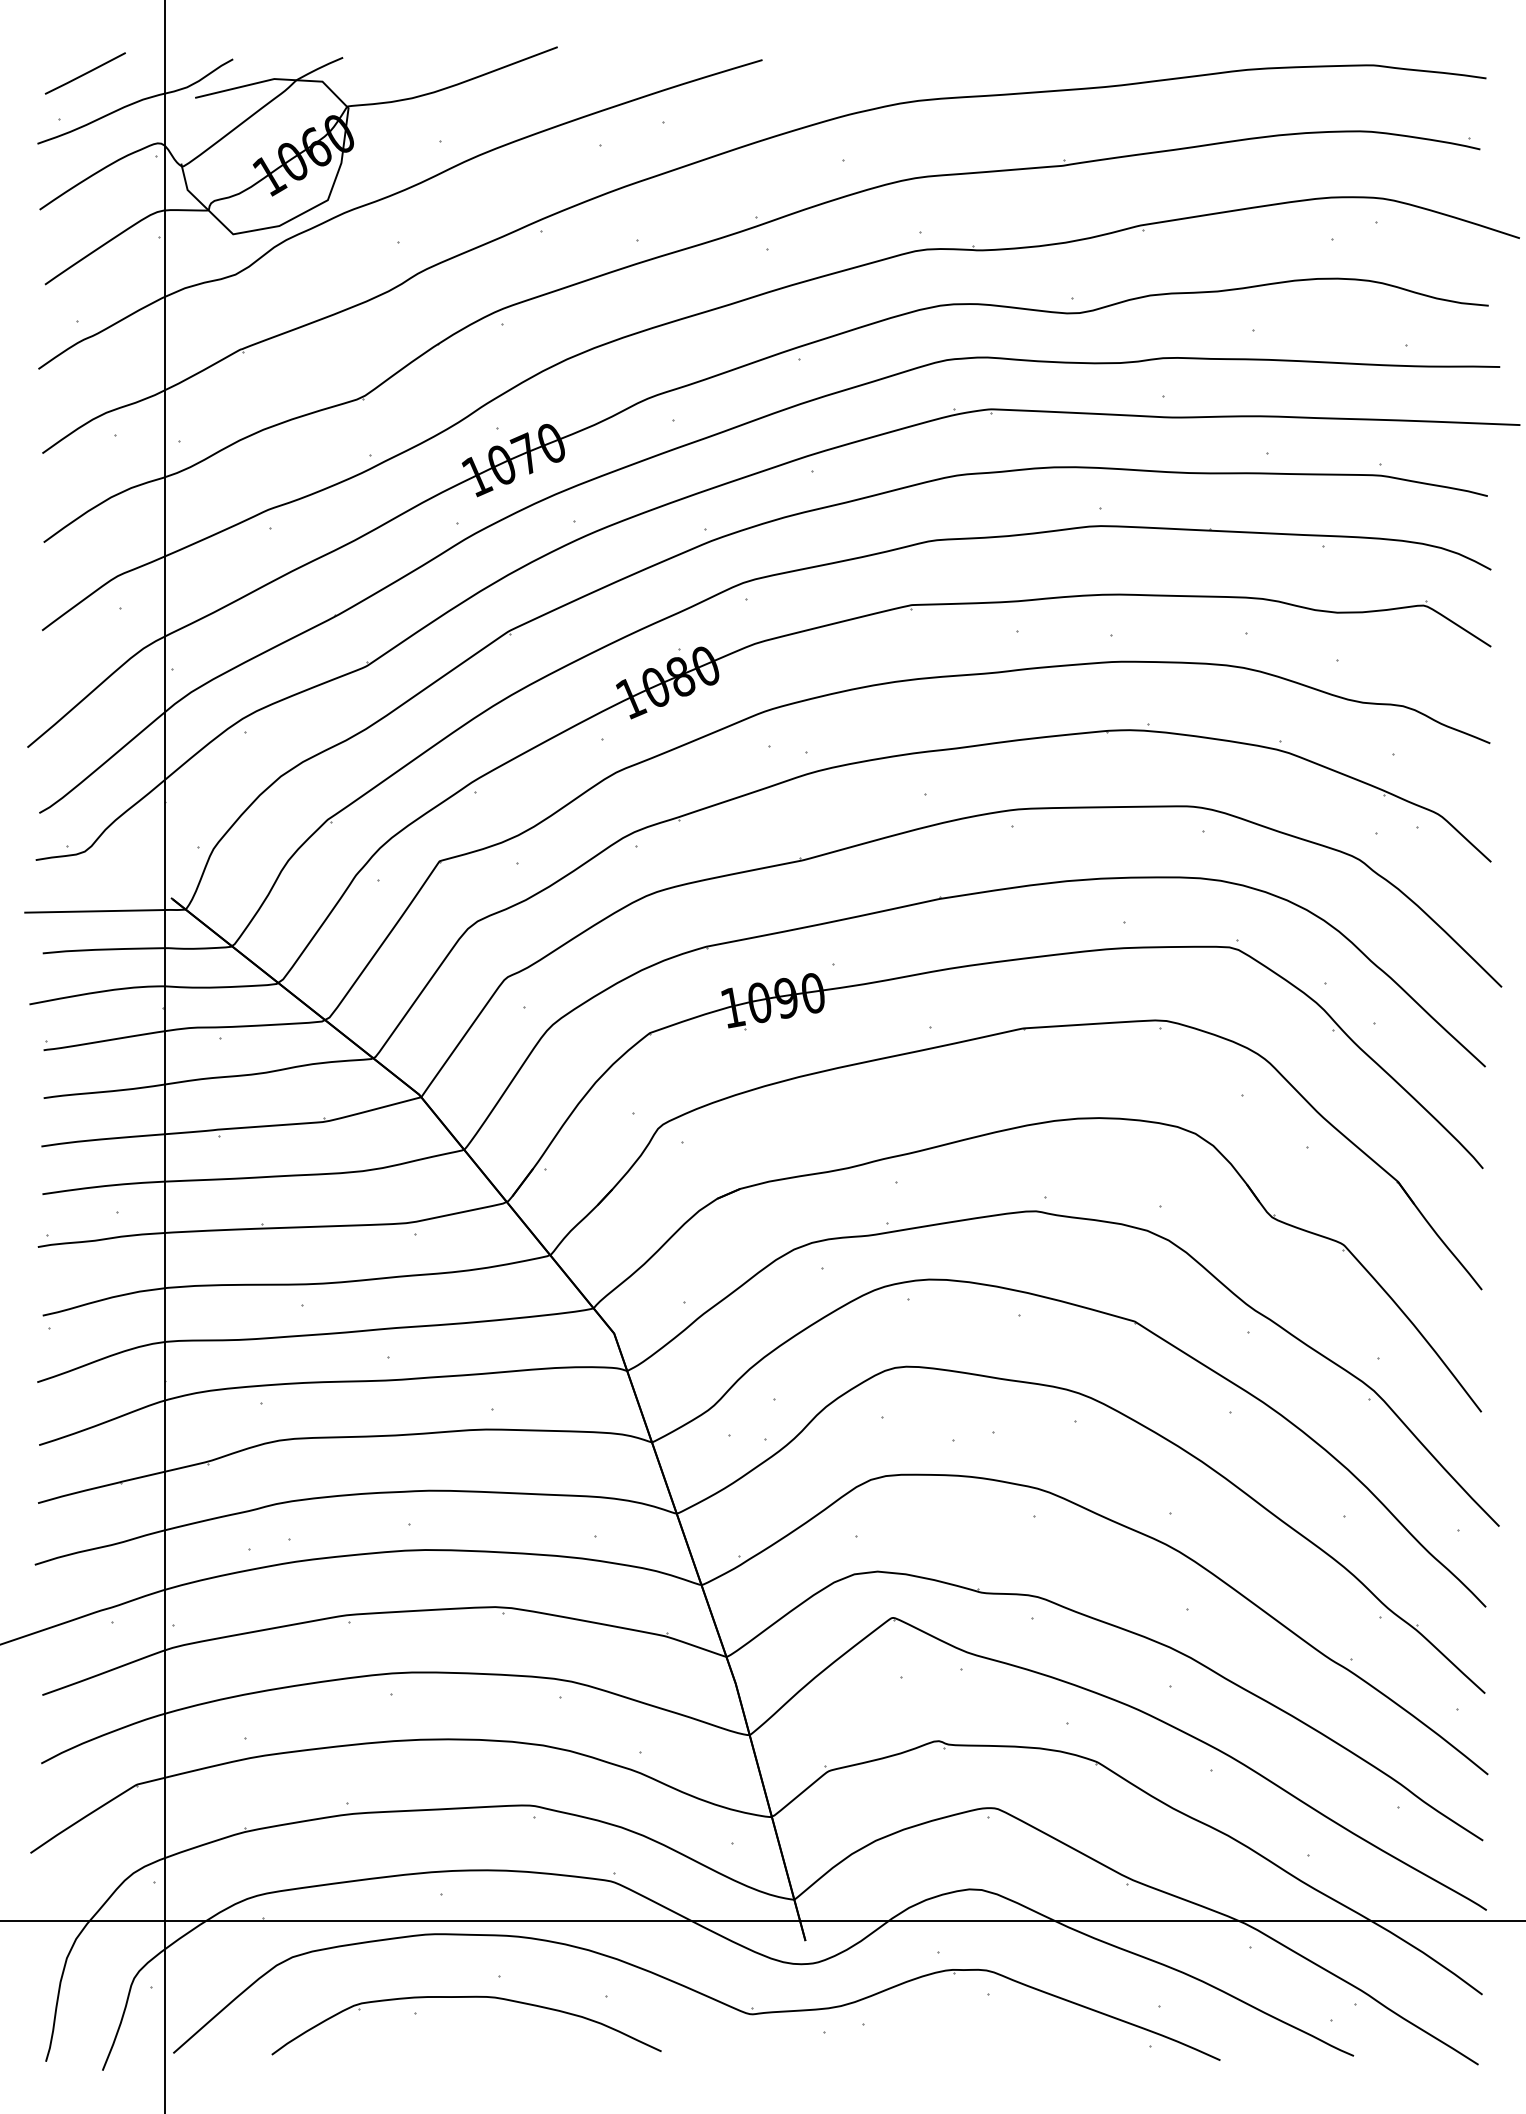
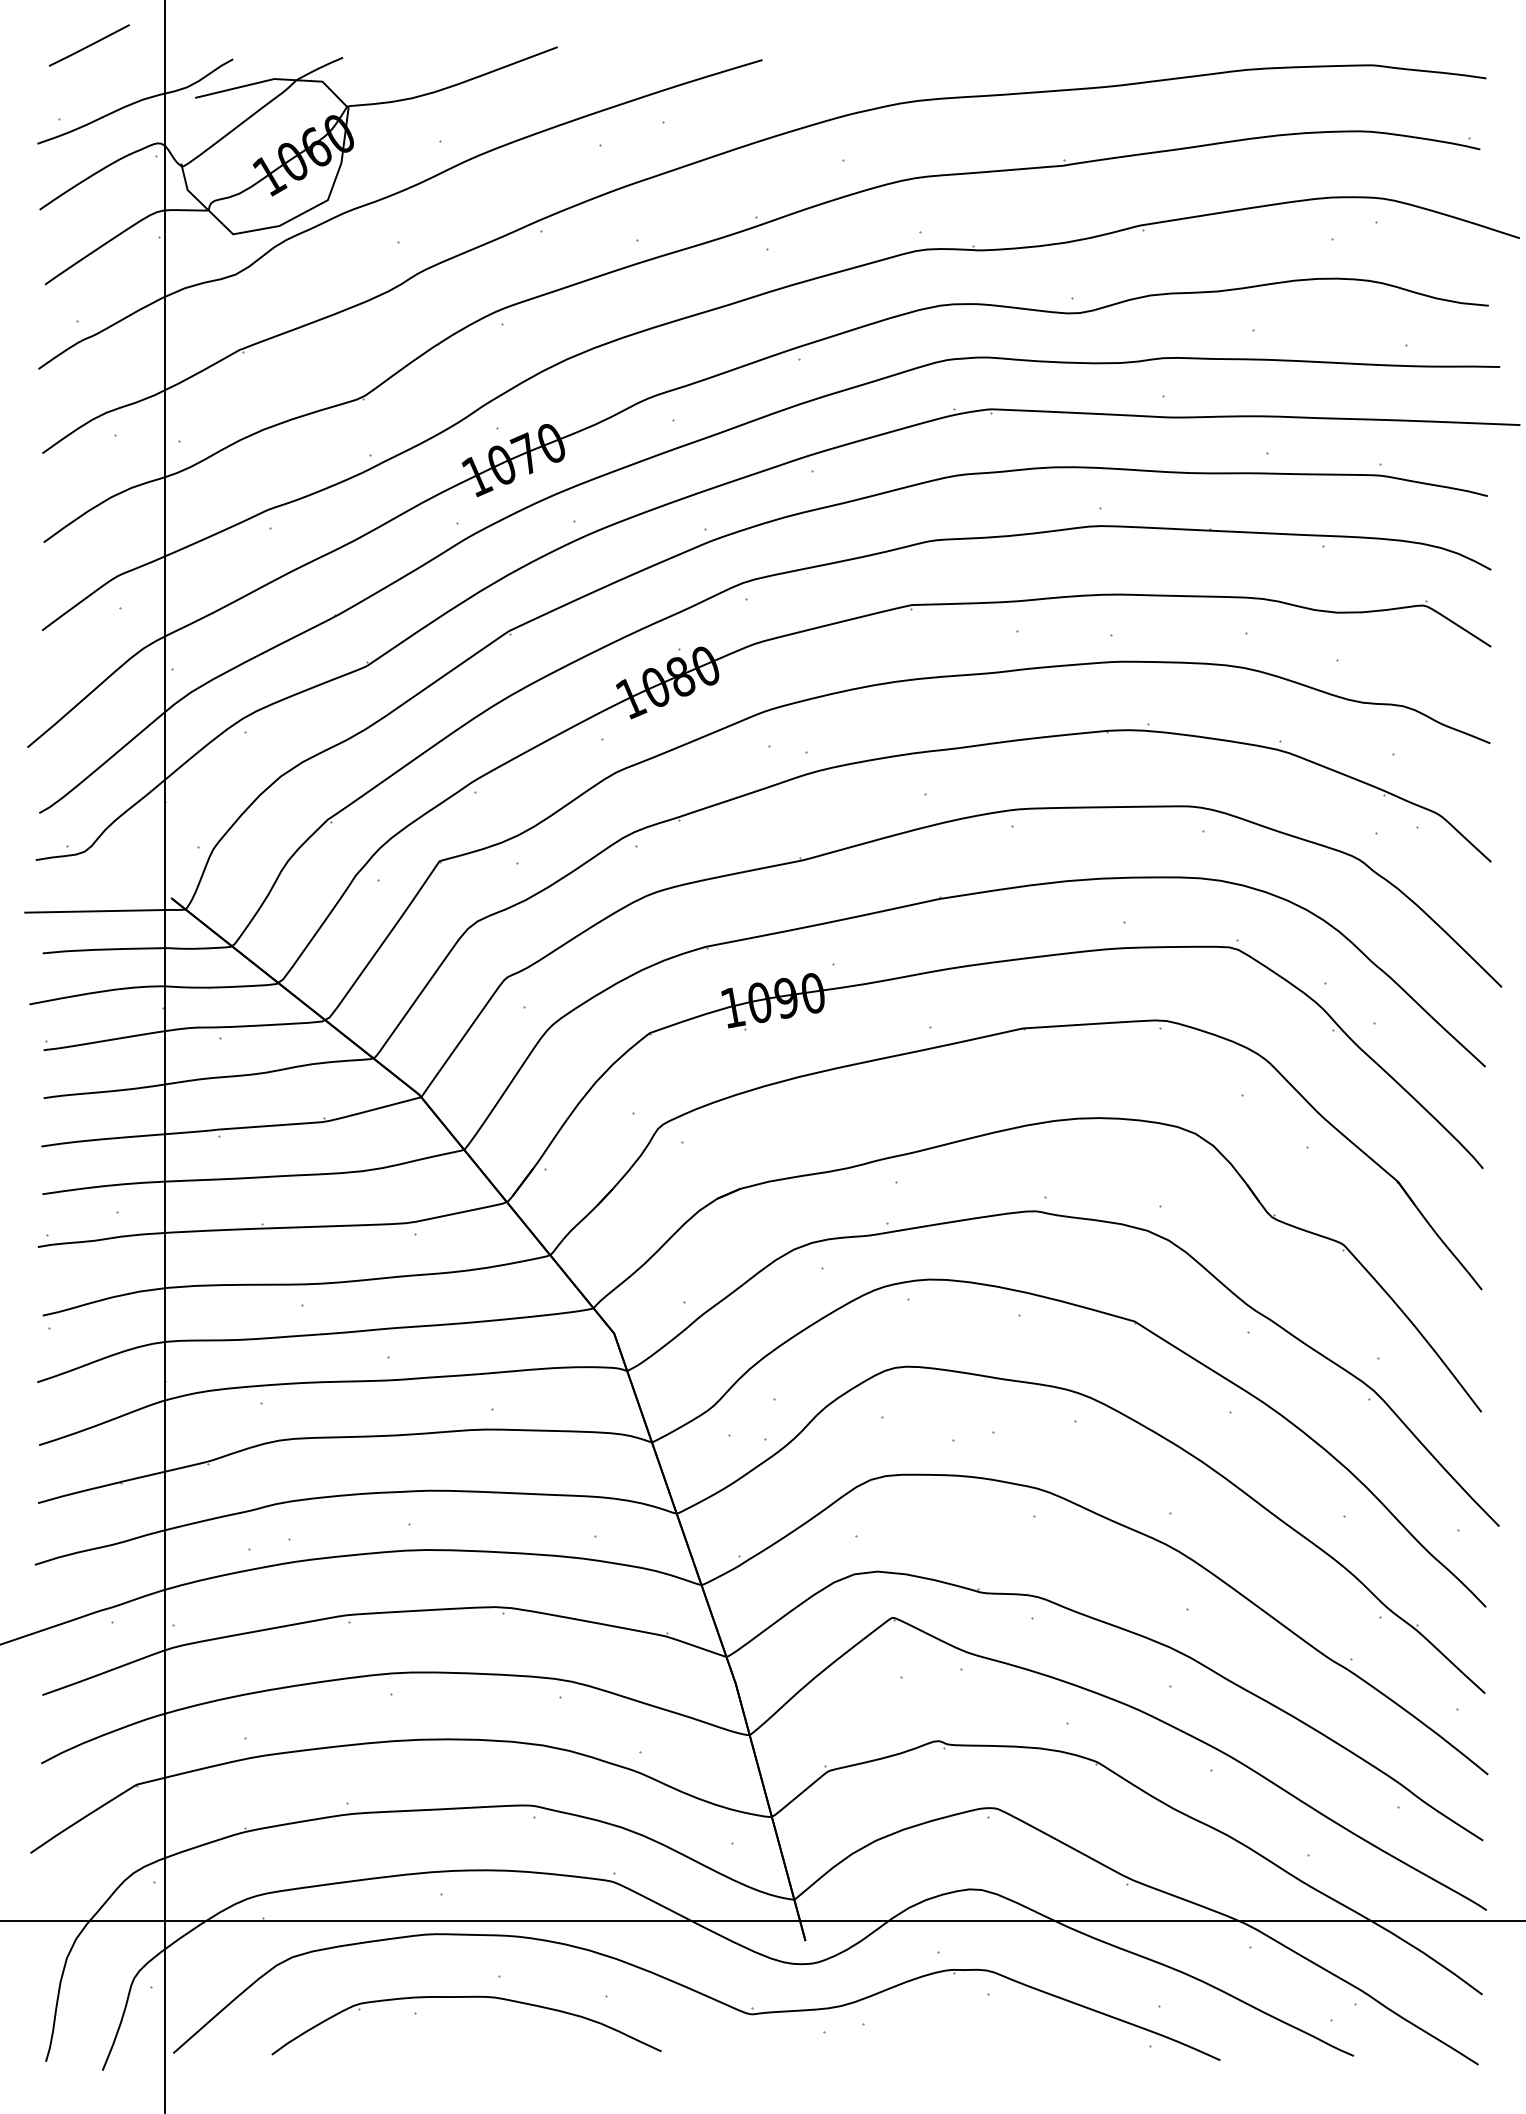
line at (84, 73) position: (84, 73) -> (88, 45)
